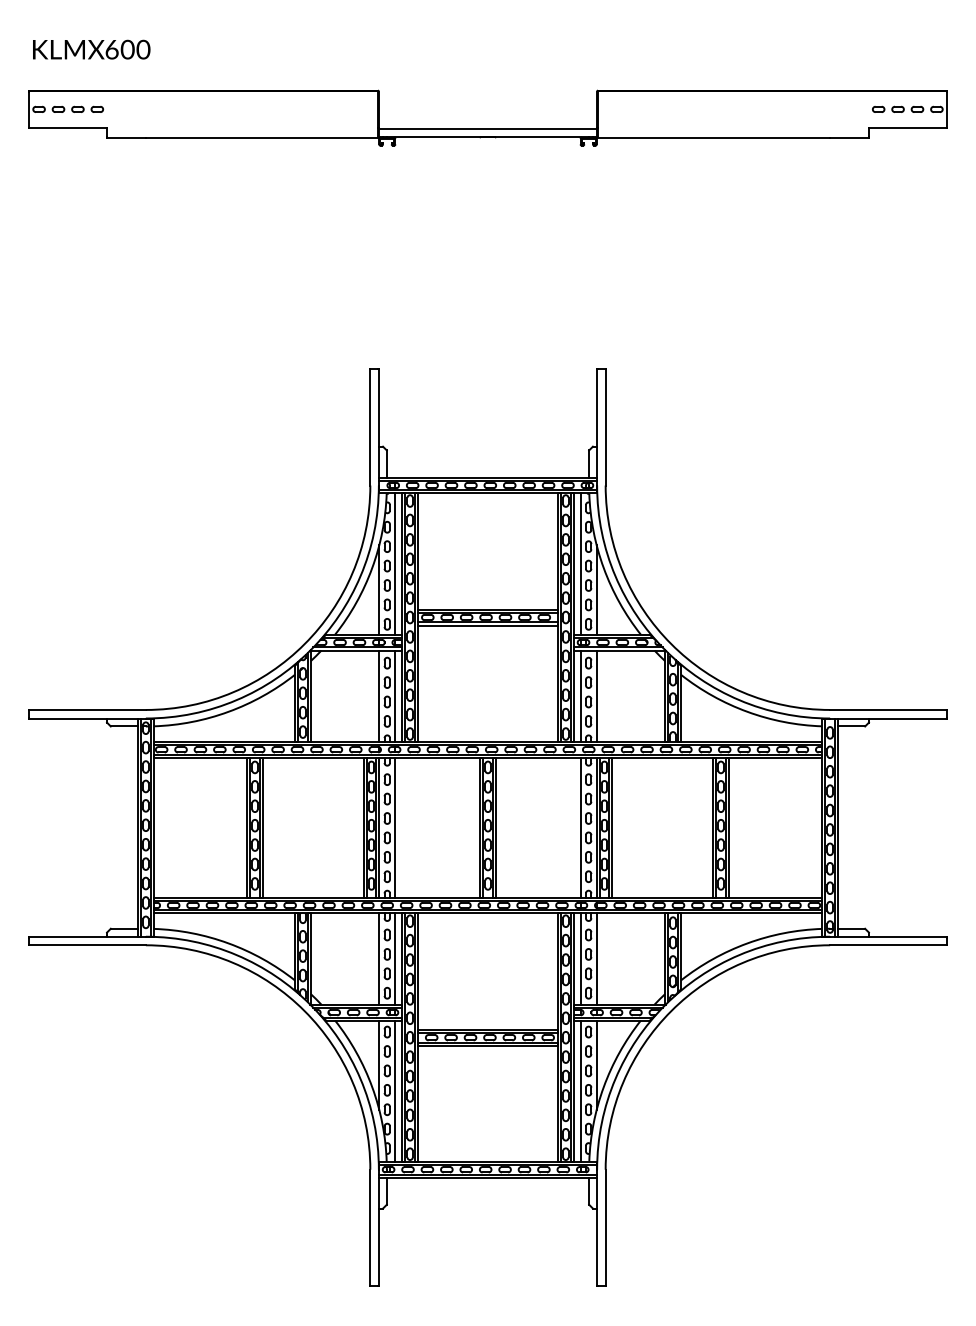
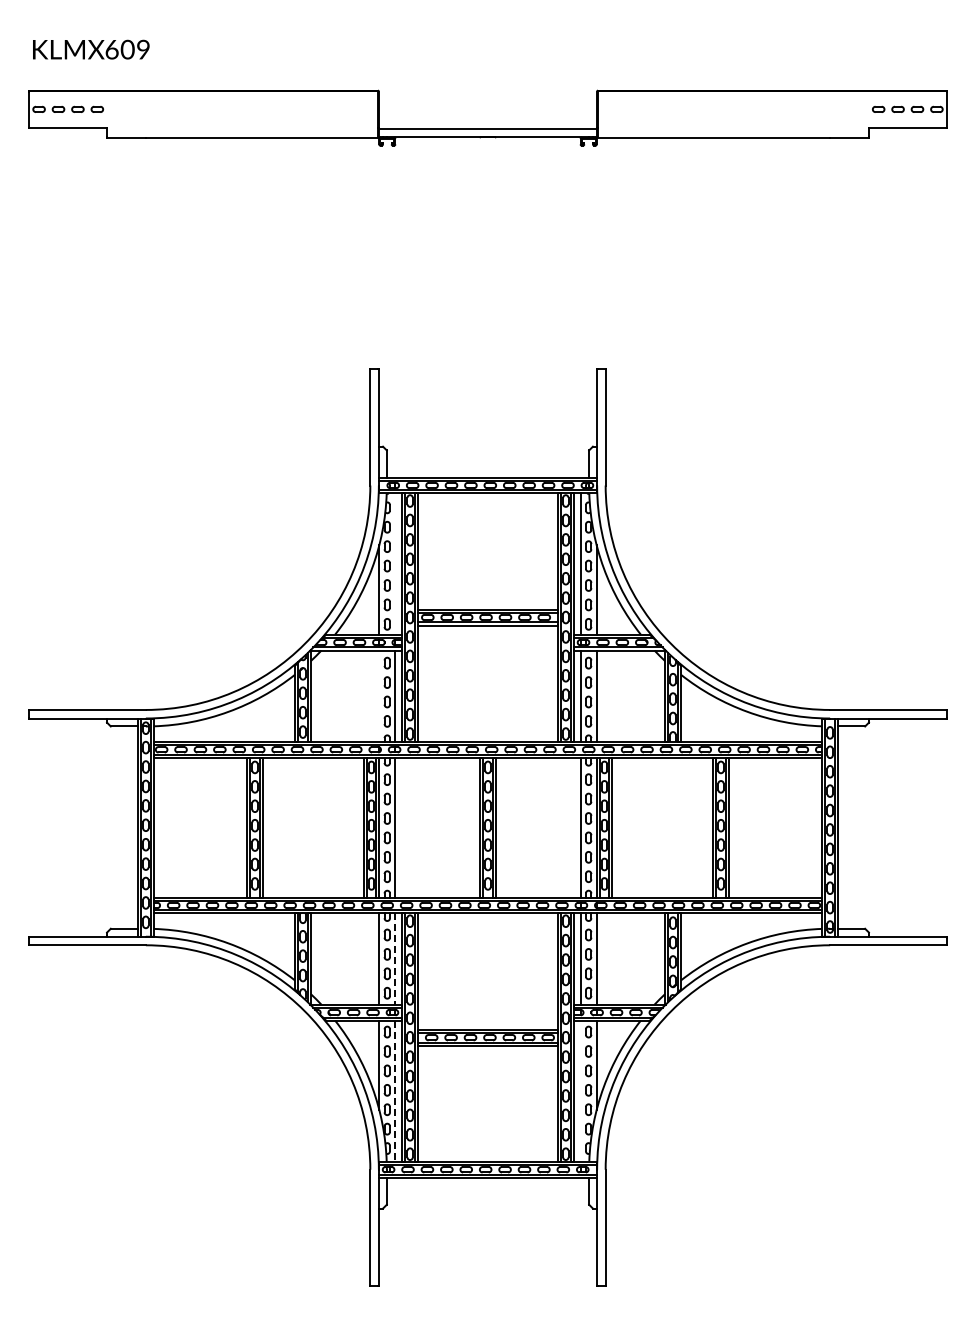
text at (143, 50): 600 -> 609
line at (395, 563): present -> none
line at (379, 695): present -> none
line at (395, 959): solid -> dashed
line at (580, 1090): present -> none
line at (395, 1091): solid -> dashed
